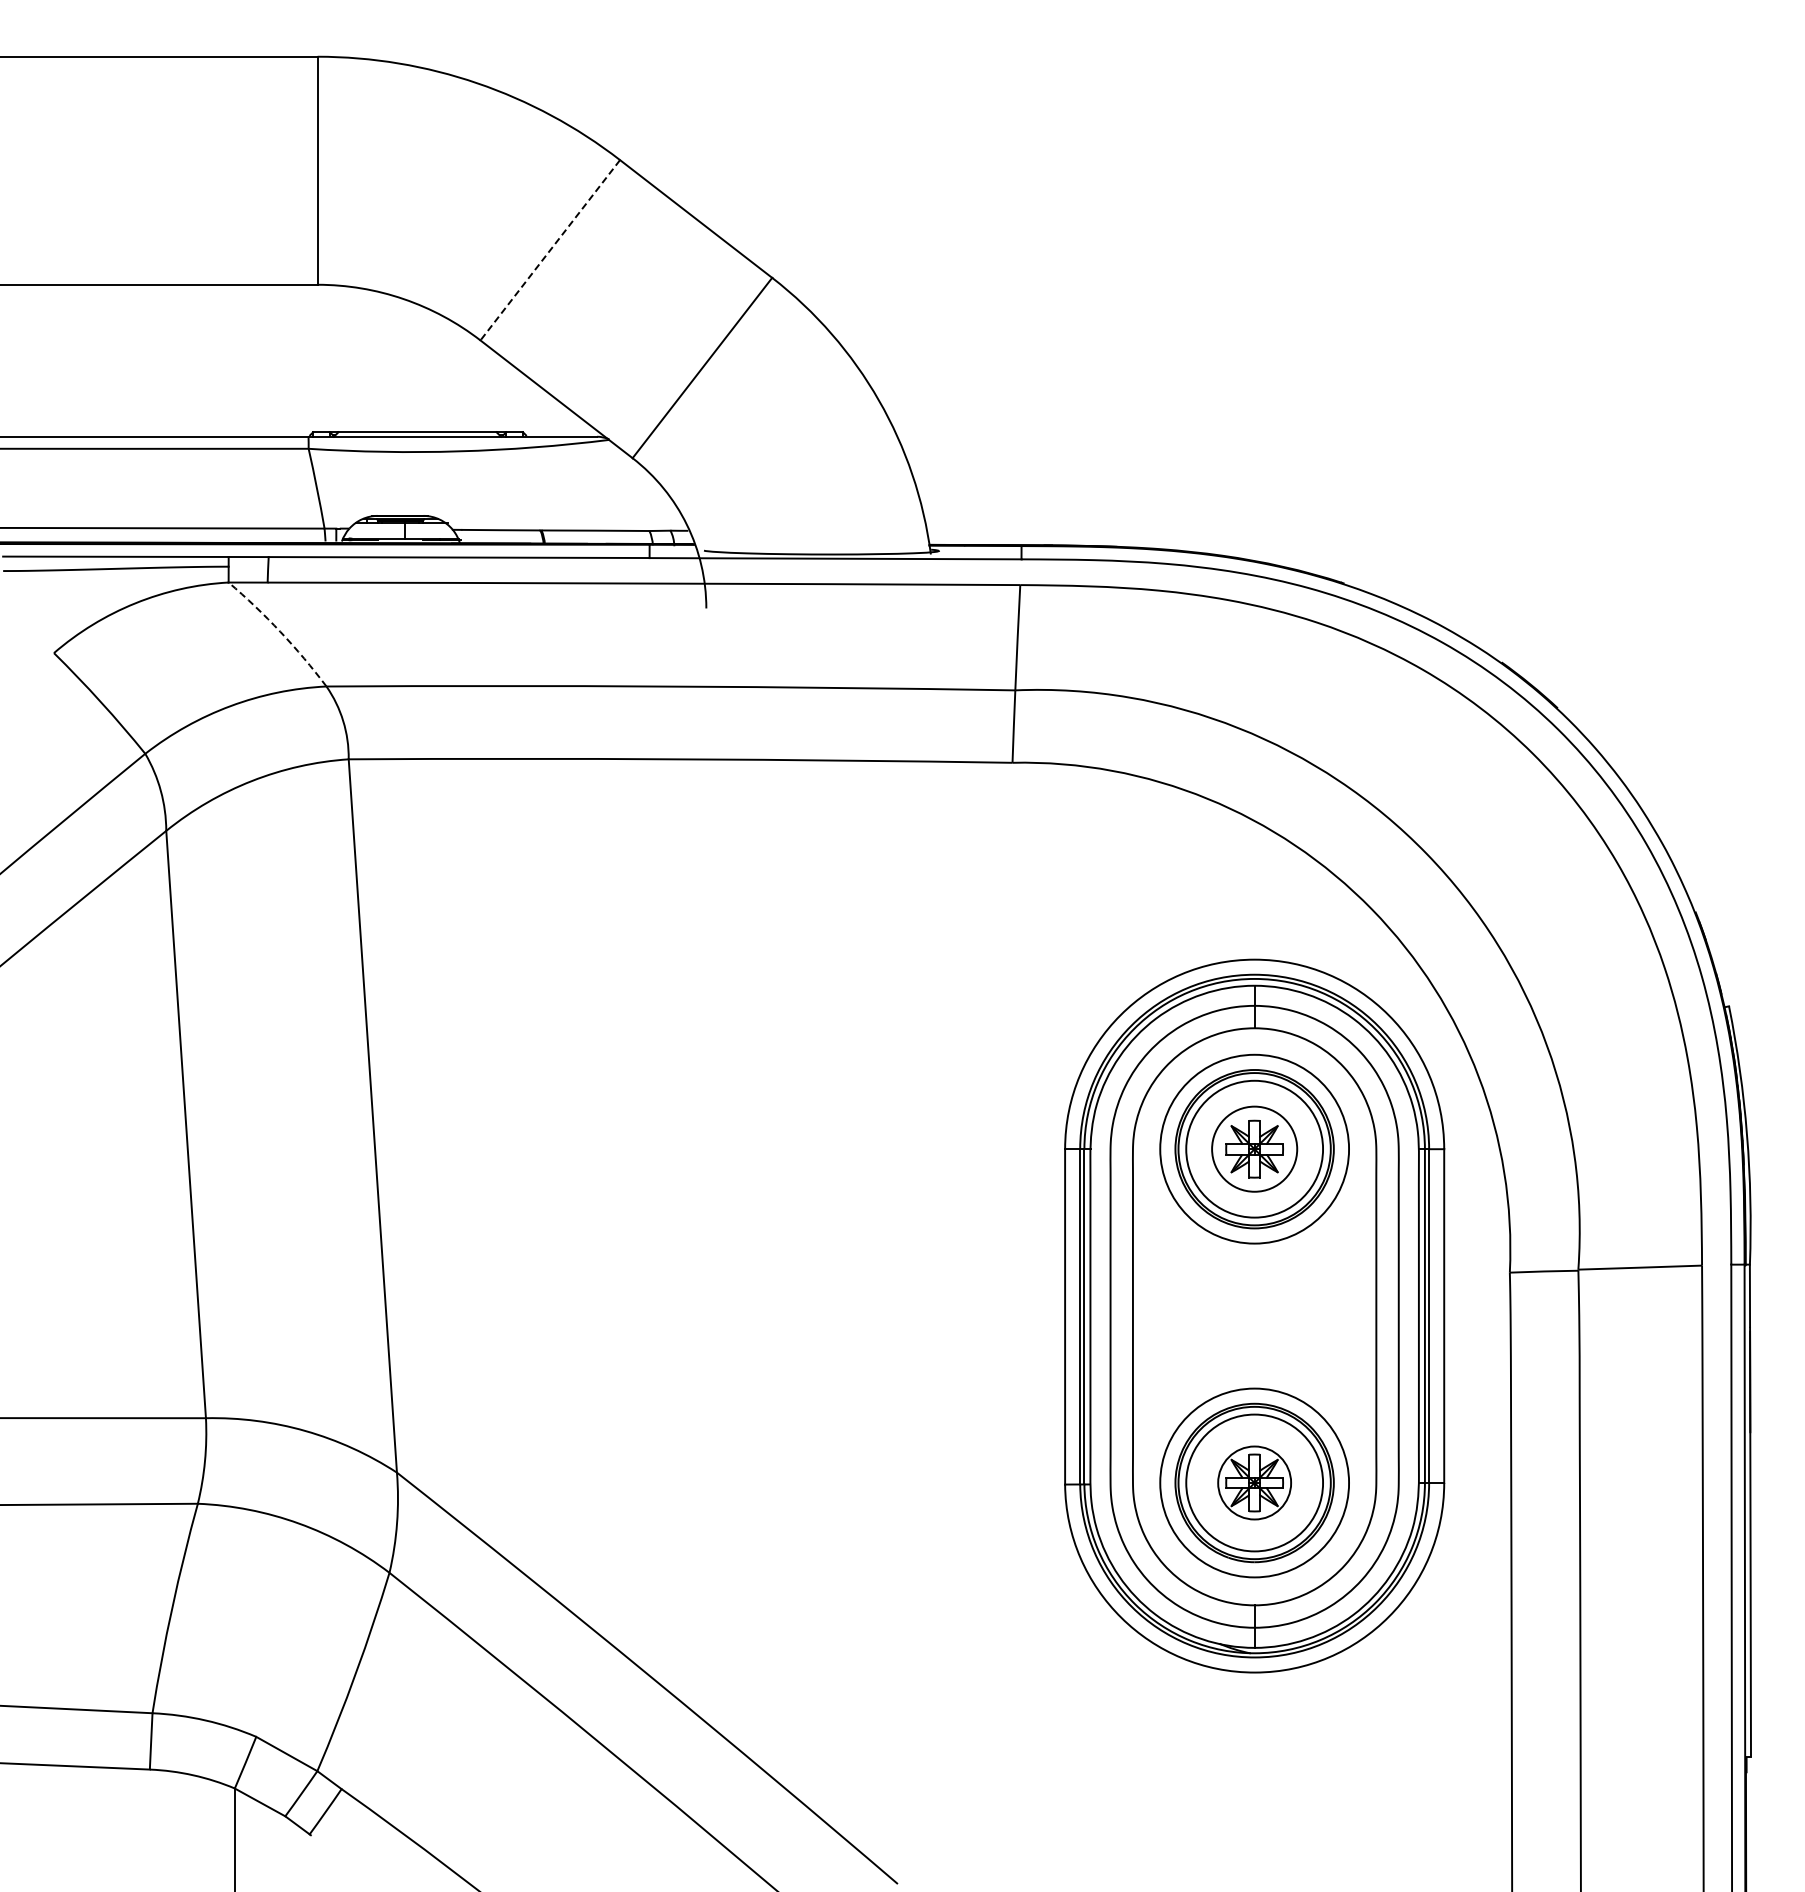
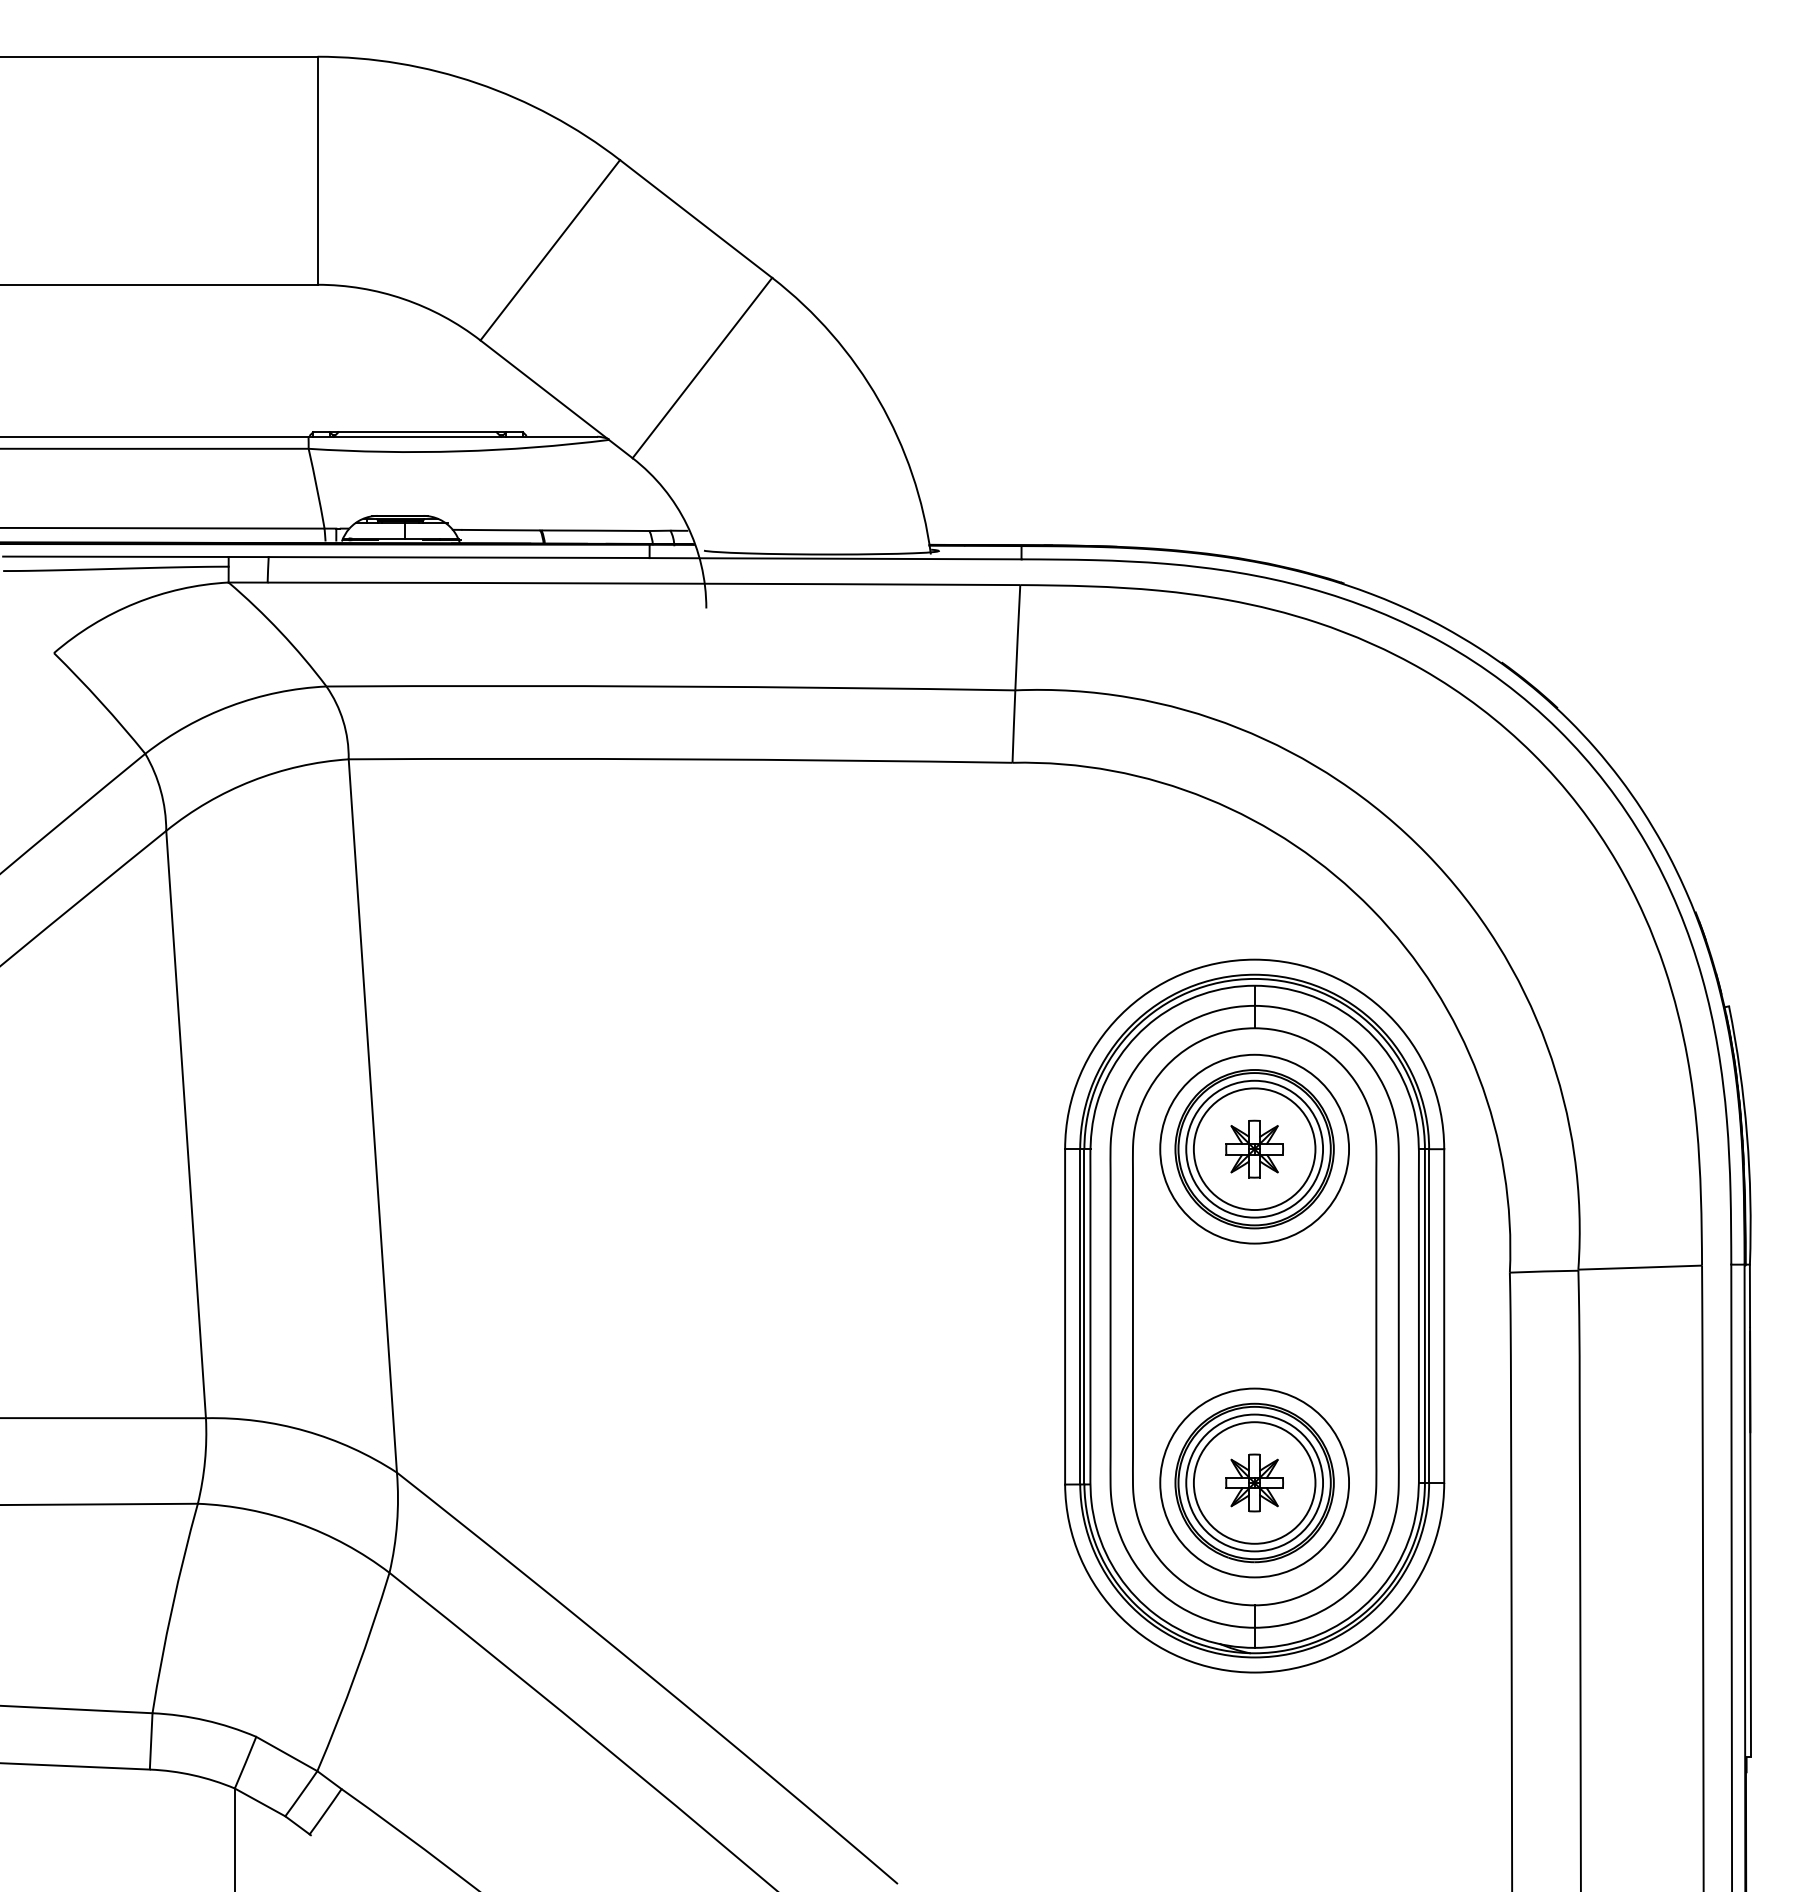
line at (549, 250): dashed -> solid
arc at (280, 631): dashed -> solid
circle at (1254, 1148) diameter: 85 px -> 122 px
circle at (1254, 1482) diameter: 73 px -> 122 px
